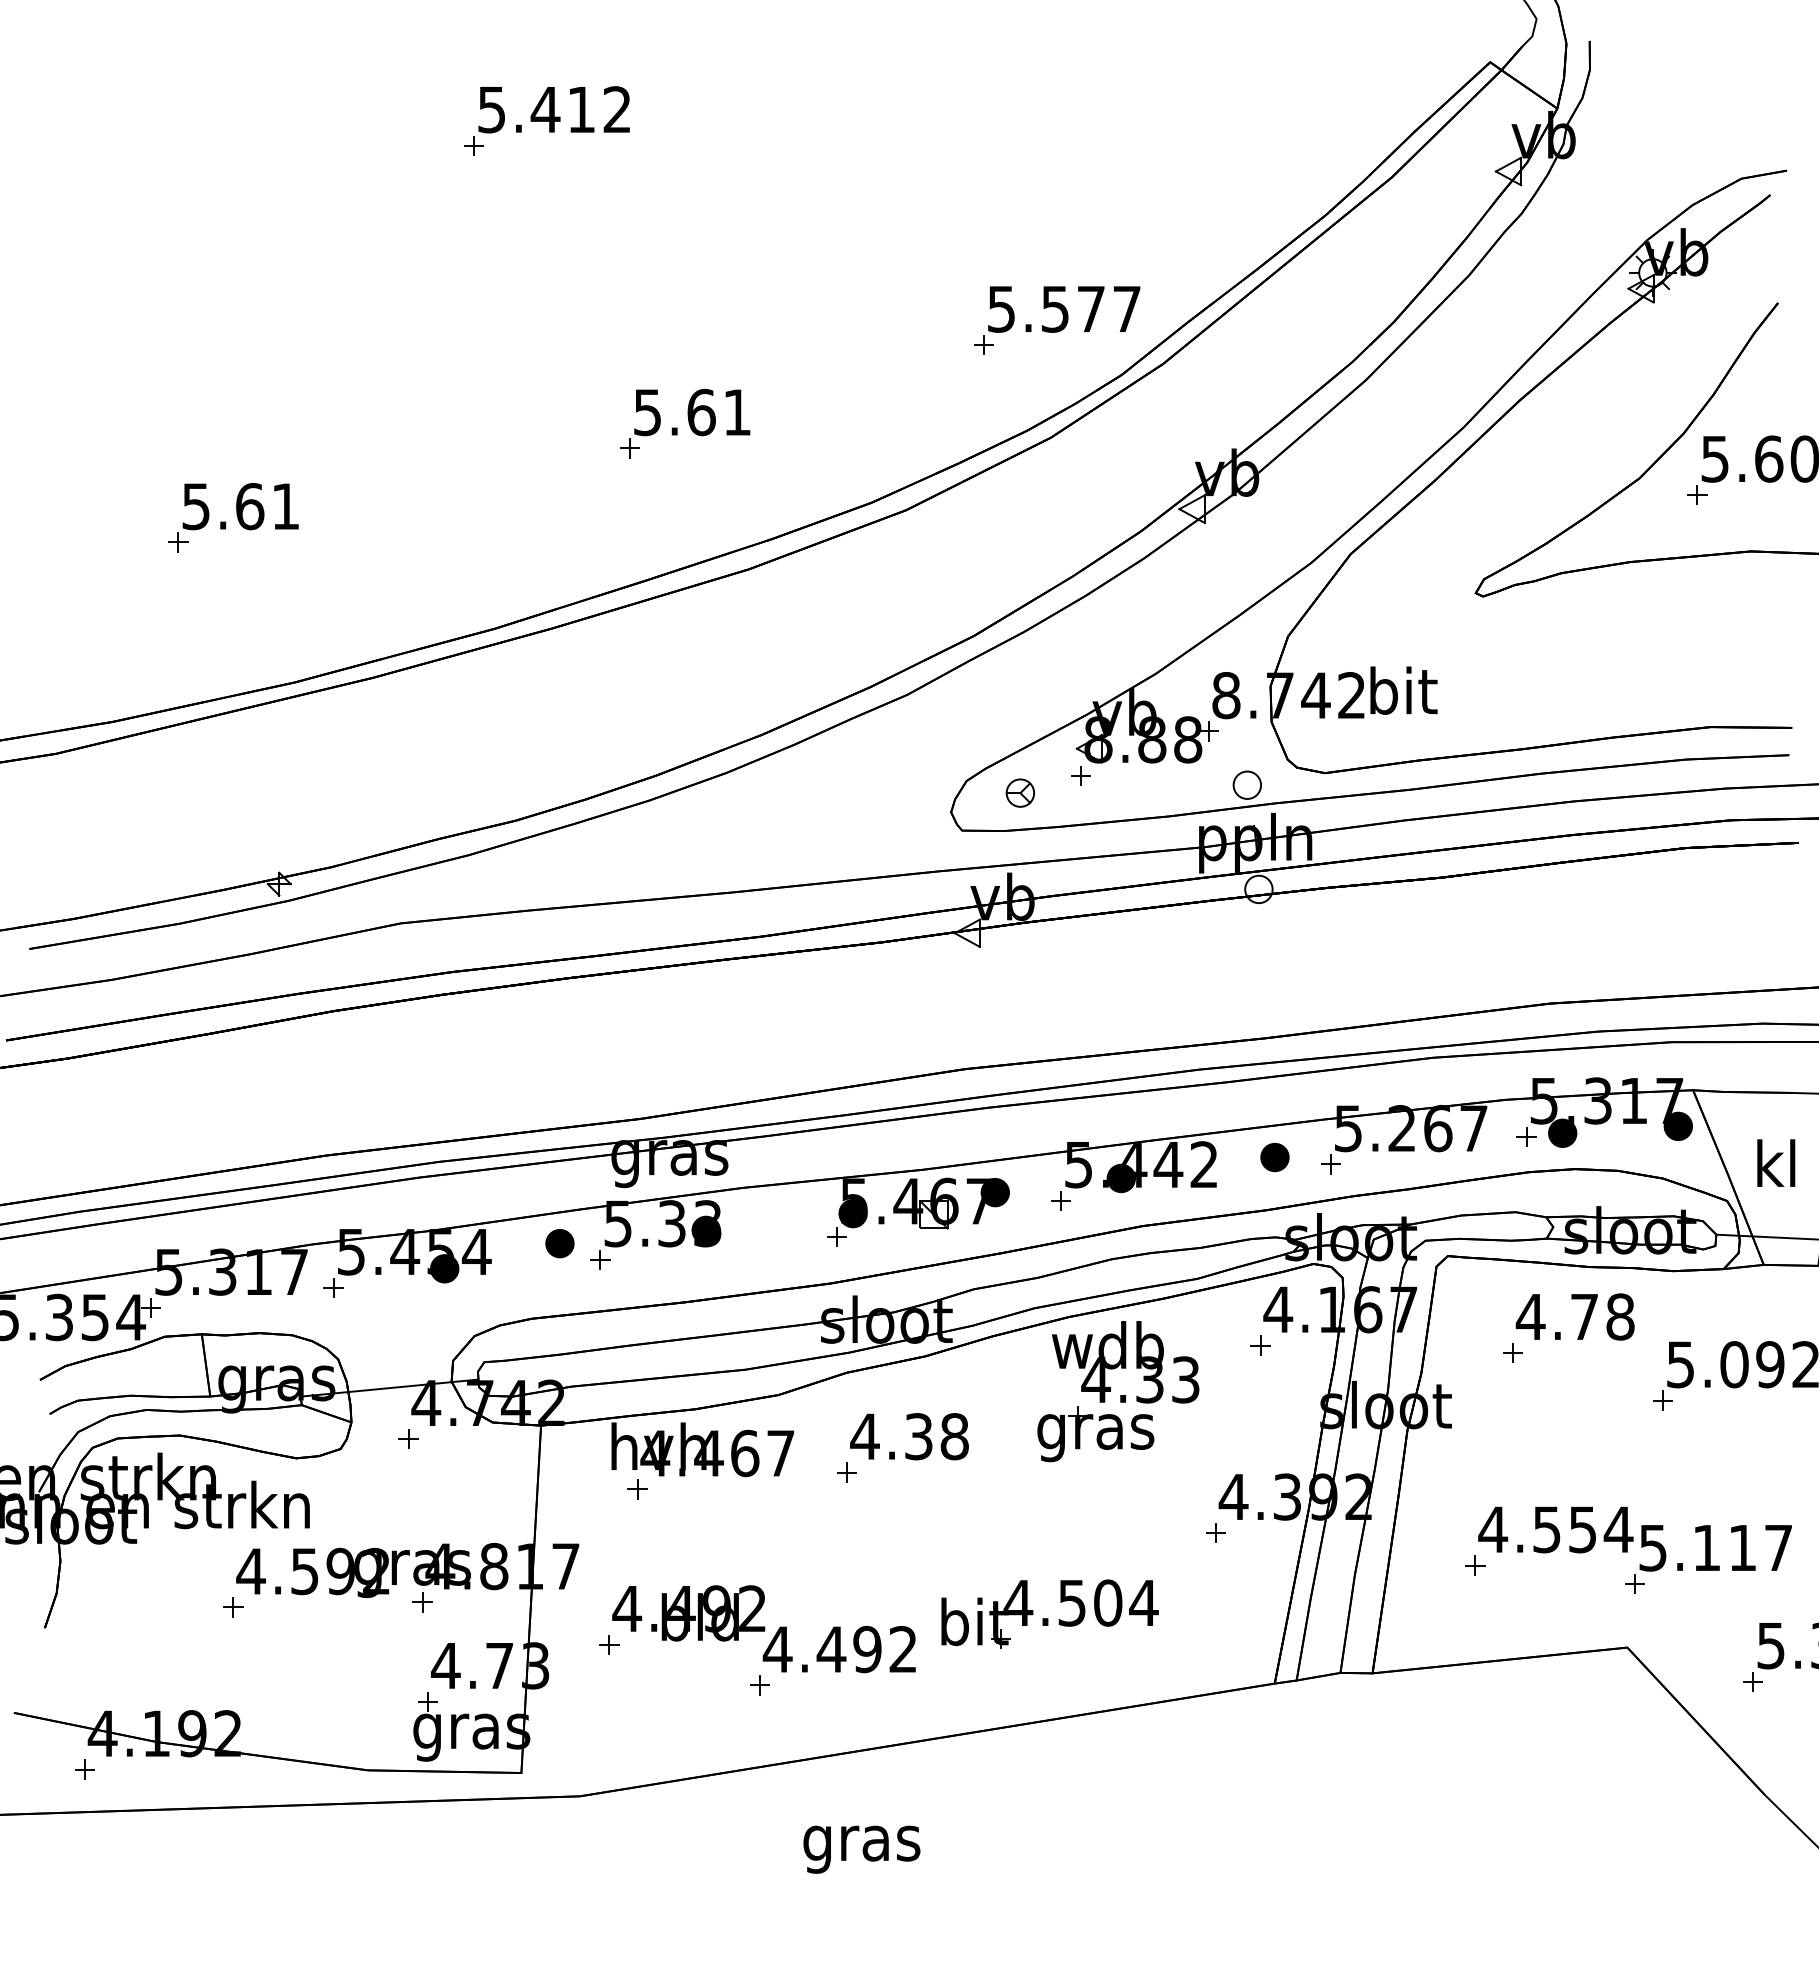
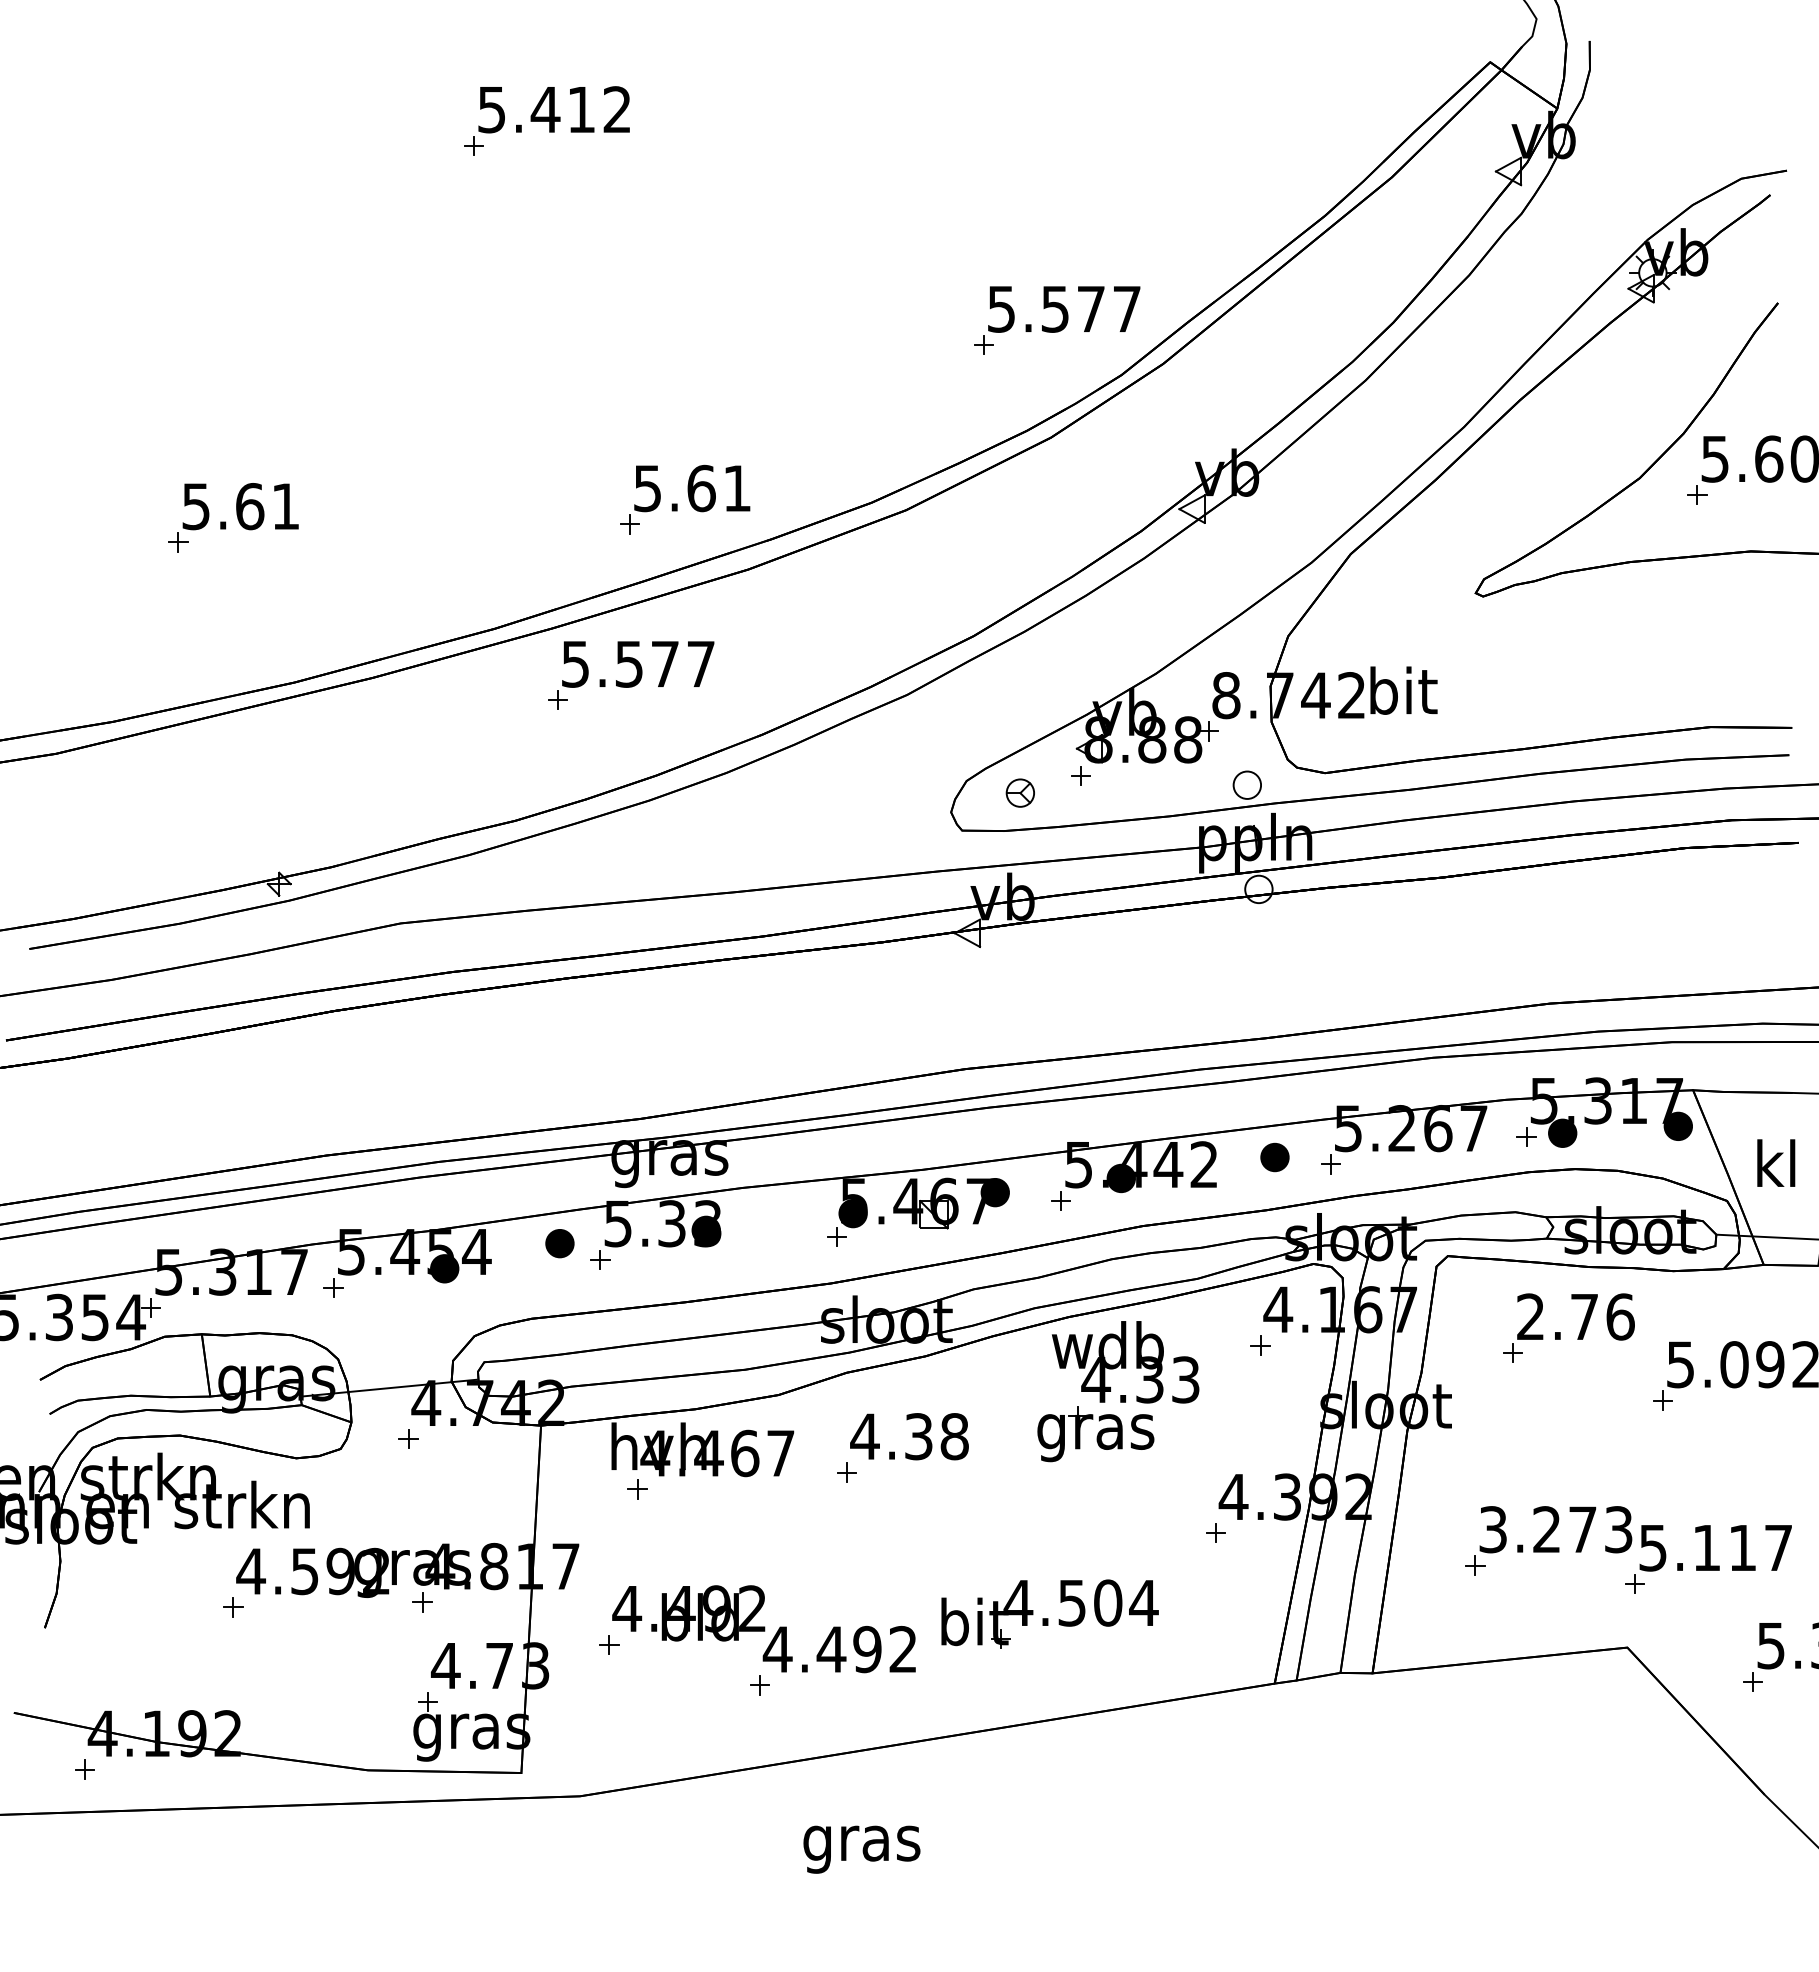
part at (685, 423) position: (685, 423) -> (685, 499)
part at (631, 675): none -> present
text at (1574, 1316): 4.78 -> 2.76
text at (1555, 1529): 4.554 -> 3.273
